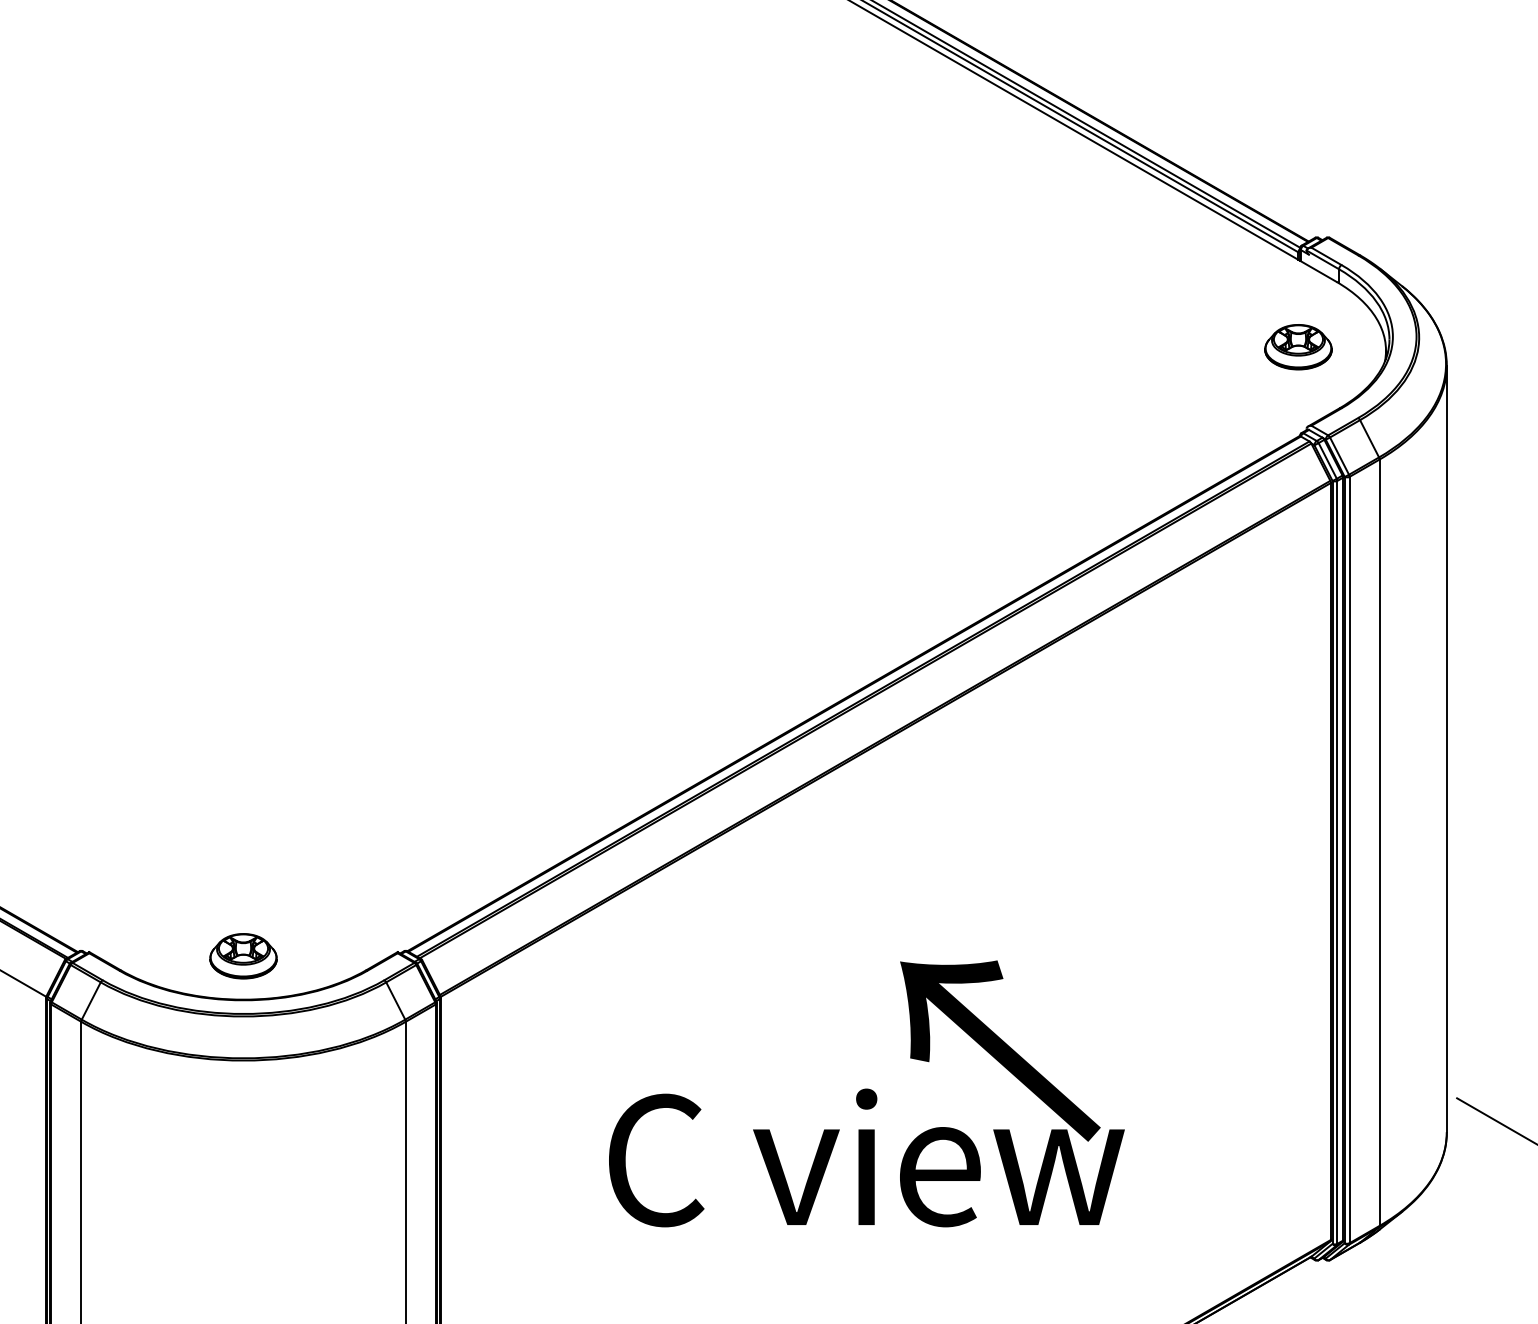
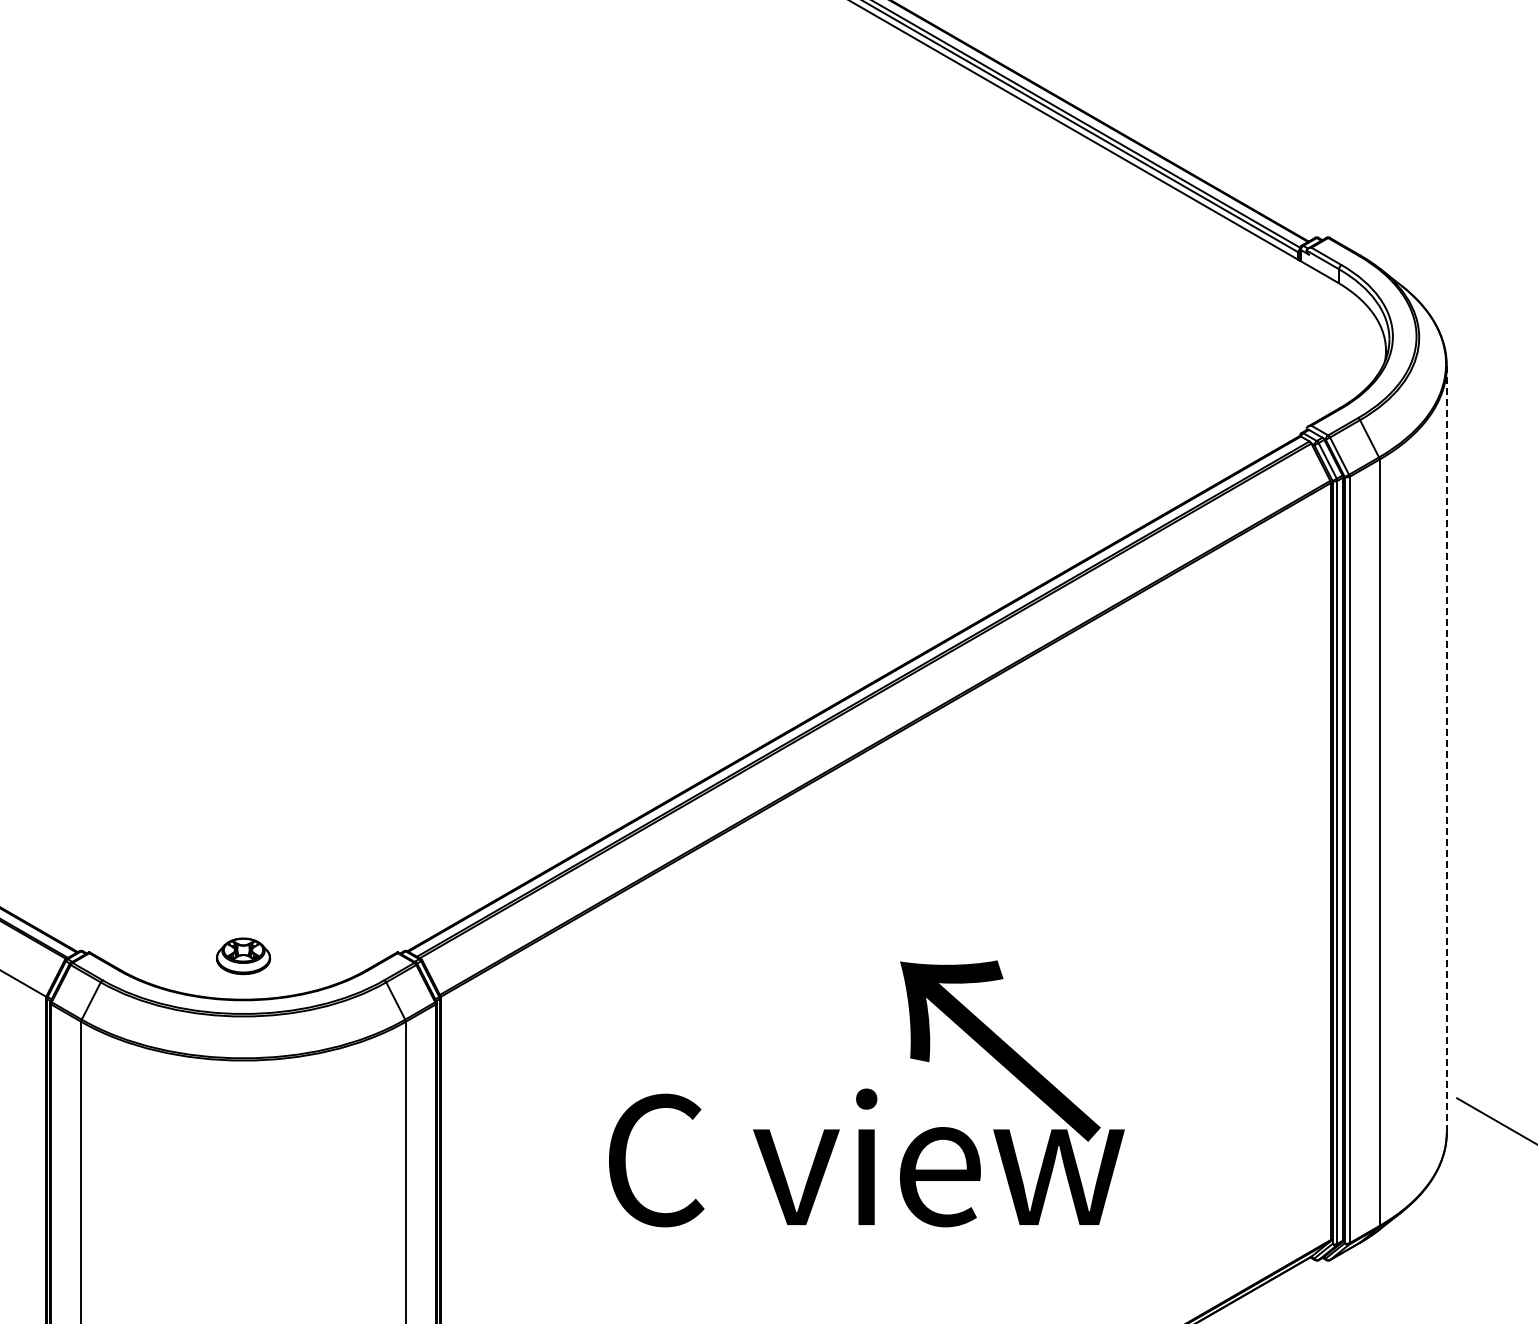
part at (1298, 347): present -> none
line at (1446, 748): solid -> dashed
part at (243, 956) size: 69x47 px -> 56x39 px
